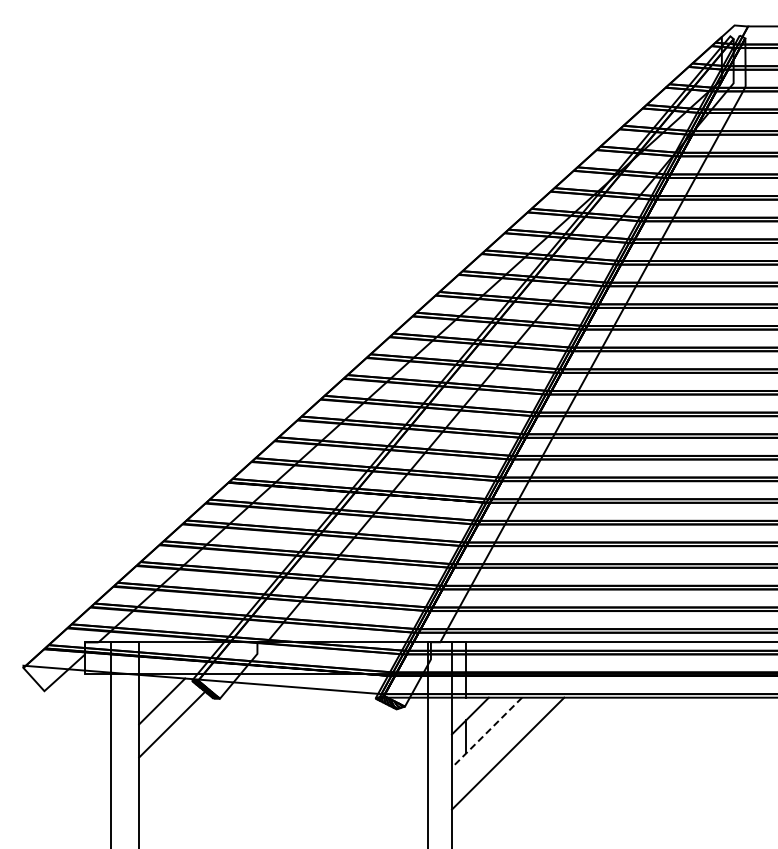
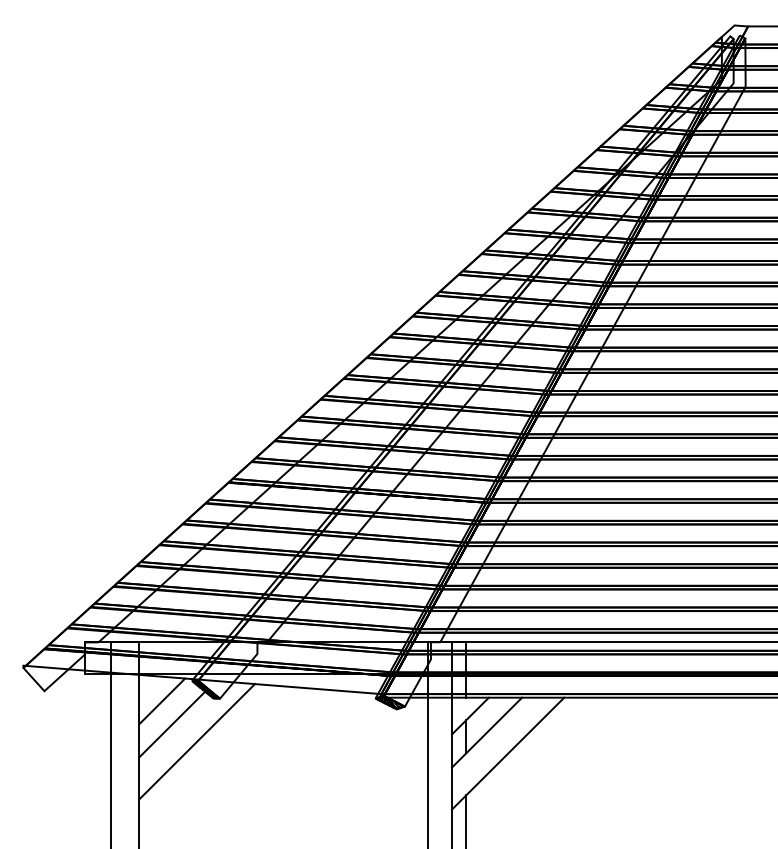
line at (487, 732): dashed -> solid
line at (197, 741): none -> present
line at (466, 820): none -> present
